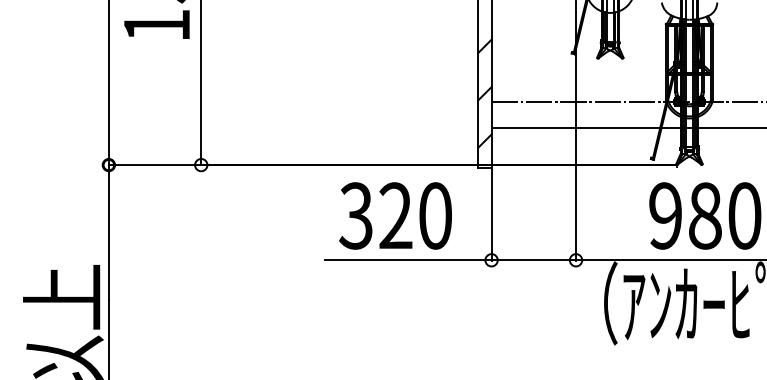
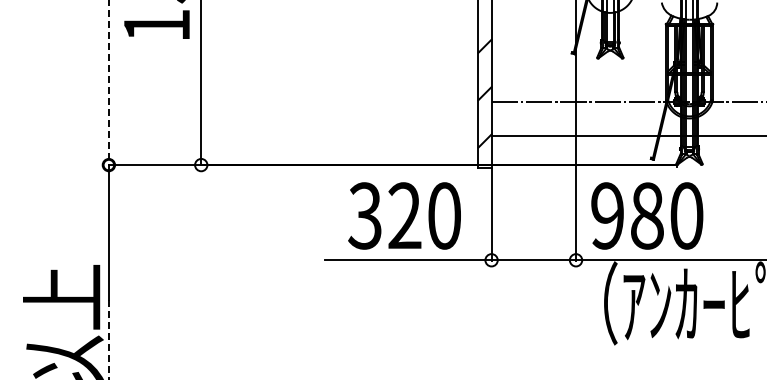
line at (108, 83): solid -> dashed
line at (627, 128) position: (627, 128) -> (627, 136)
text at (395, 215) position: (395, 215) -> (404, 215)
text at (705, 215) position: (705, 215) -> (647, 215)
line at (108, 339): solid -> dashed
